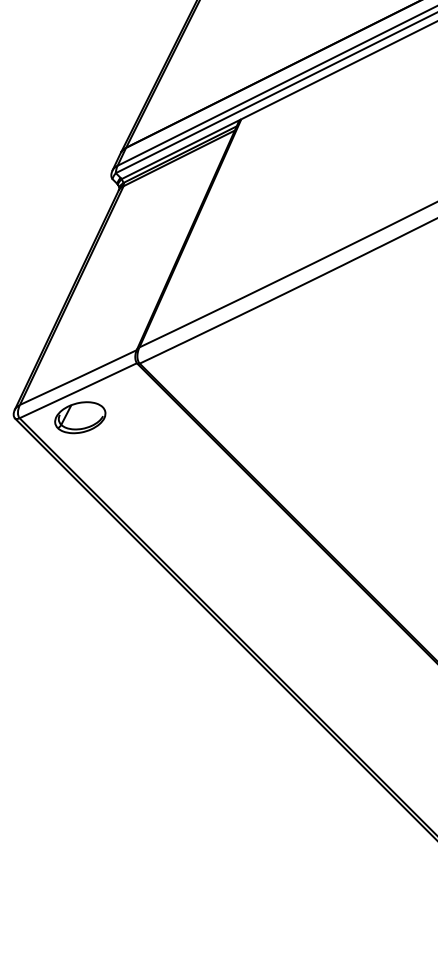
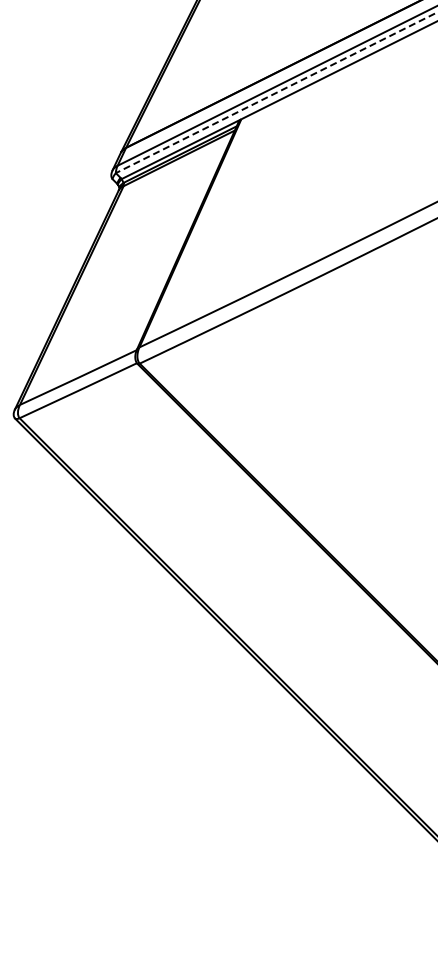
line at (276, 92): solid -> dashed
part at (80, 417): present -> none
